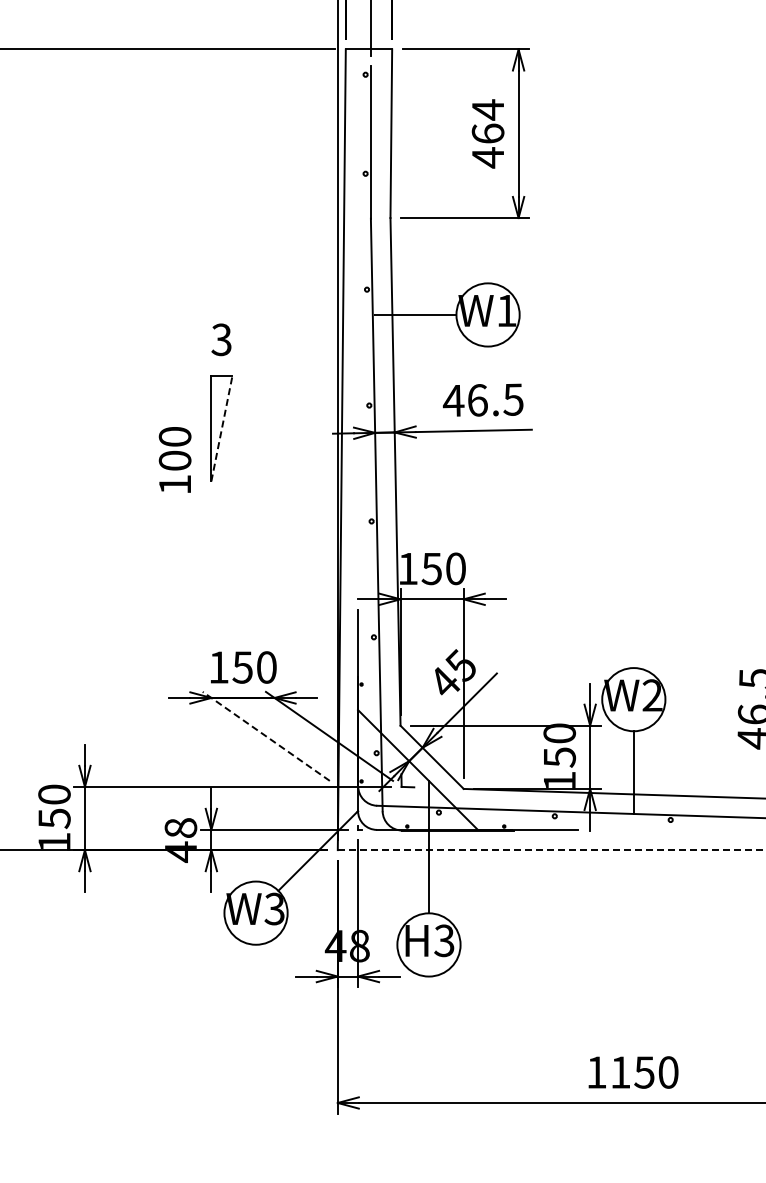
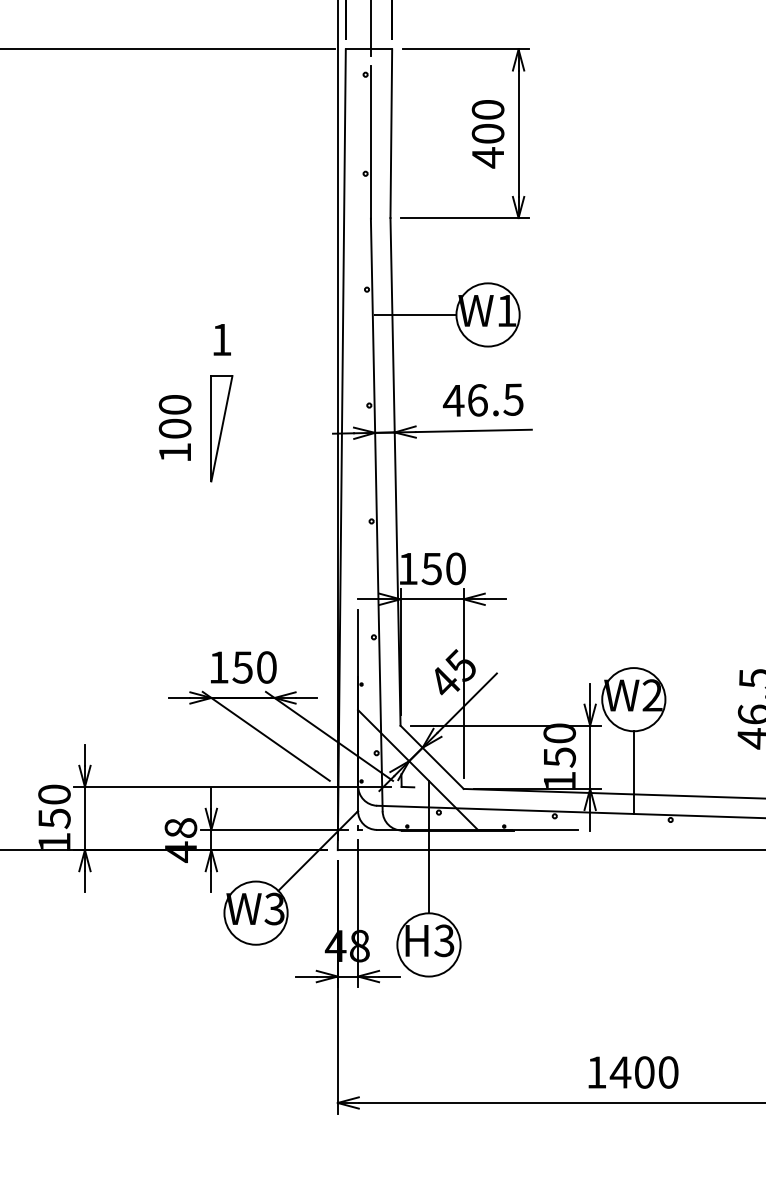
text at (487, 121): 464 -> 400
text at (221, 339): 3 -> 1
line at (221, 428): dashed -> solid
text at (174, 459) position: (174, 459) -> (174, 427)
line at (266, 736): dashed -> solid
line at (551, 850): dashed -> solid
text at (631, 1072): 1150 -> 1400
